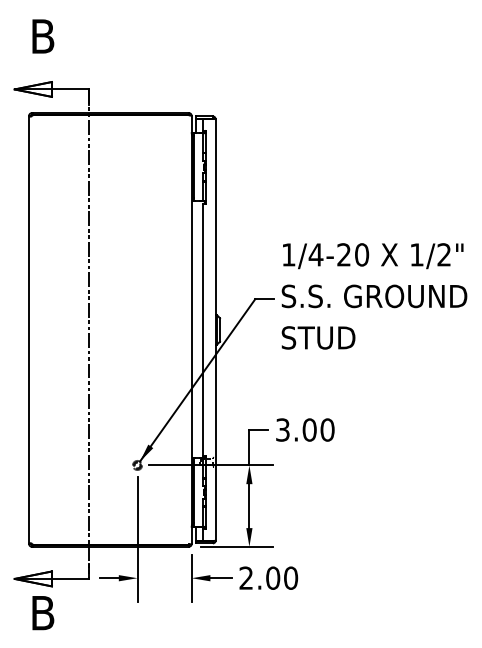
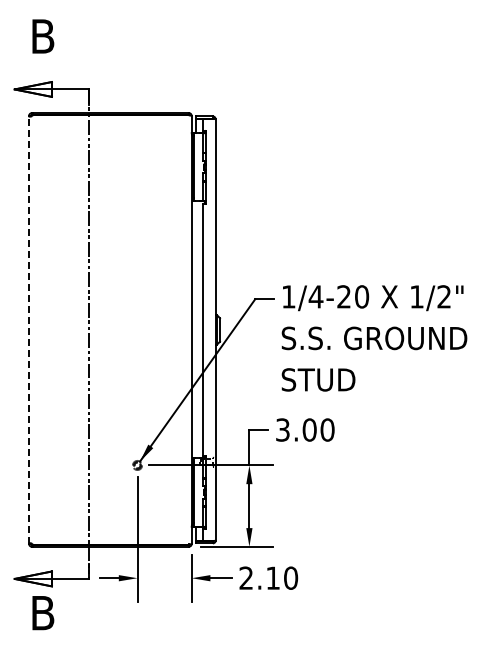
text at (374, 296) position: (374, 296) -> (374, 338)
line at (29, 329): solid -> dashed
text at (273, 577): 2.00 -> 2.10
